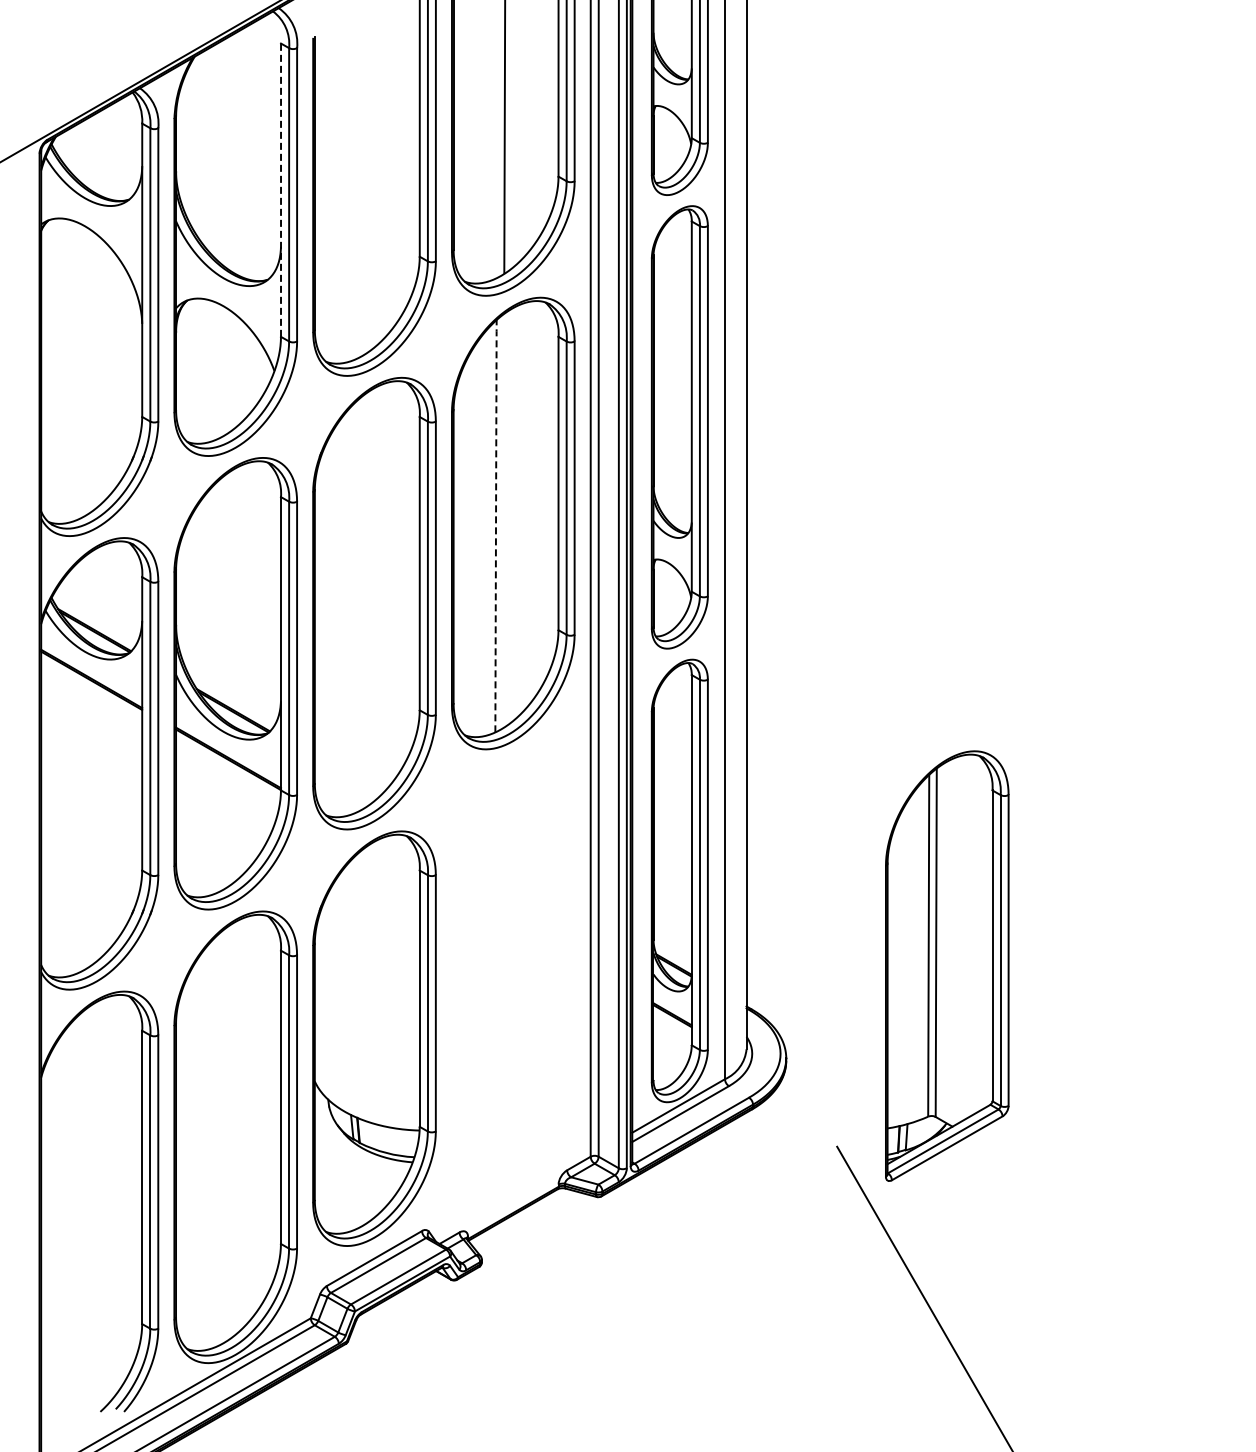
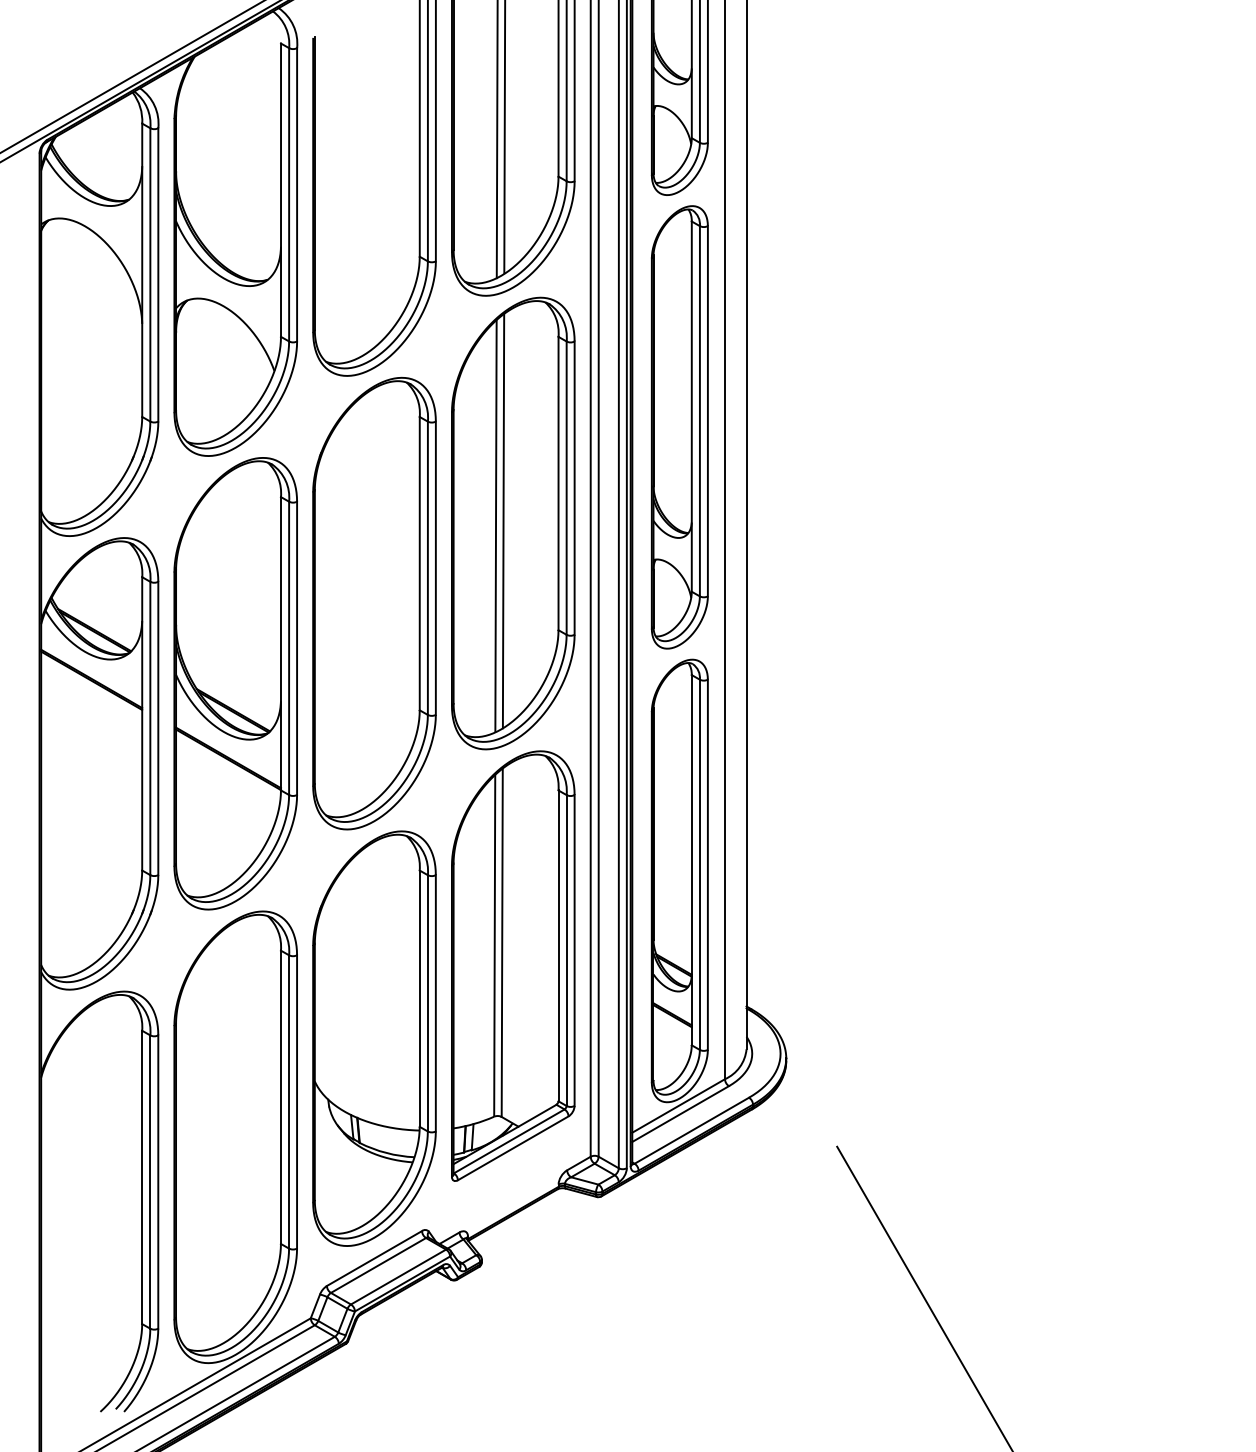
line at (131, 76): none -> present
line at (496, 140): none -> present
line at (281, 190): dashed -> solid
line at (503, 520): none -> present
line at (496, 524): dashed -> solid
part at (947, 965) position: (947, 965) -> (513, 965)
